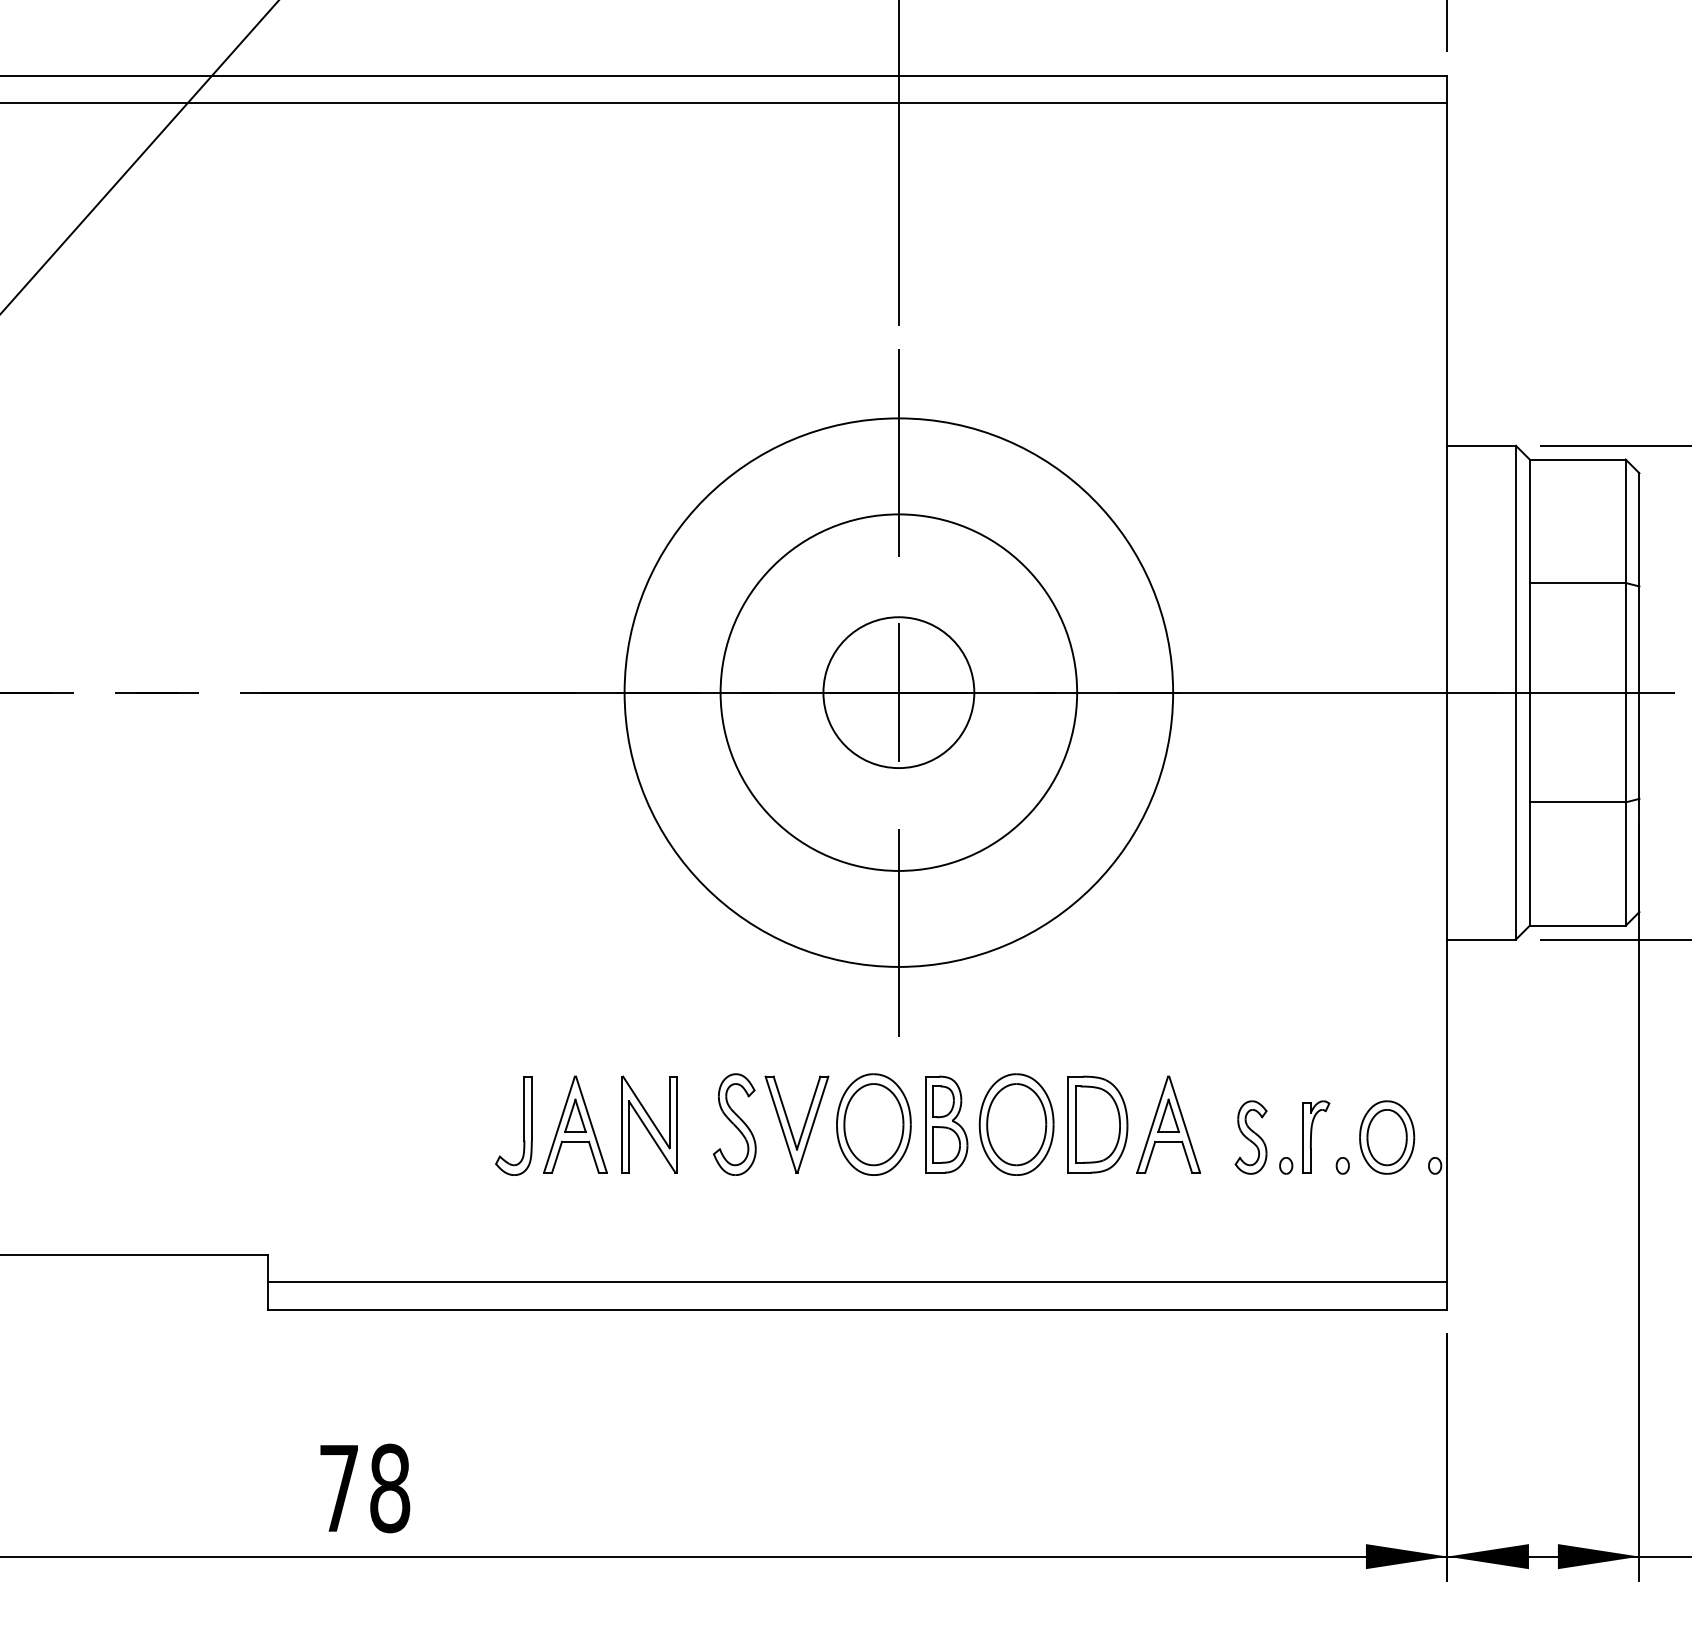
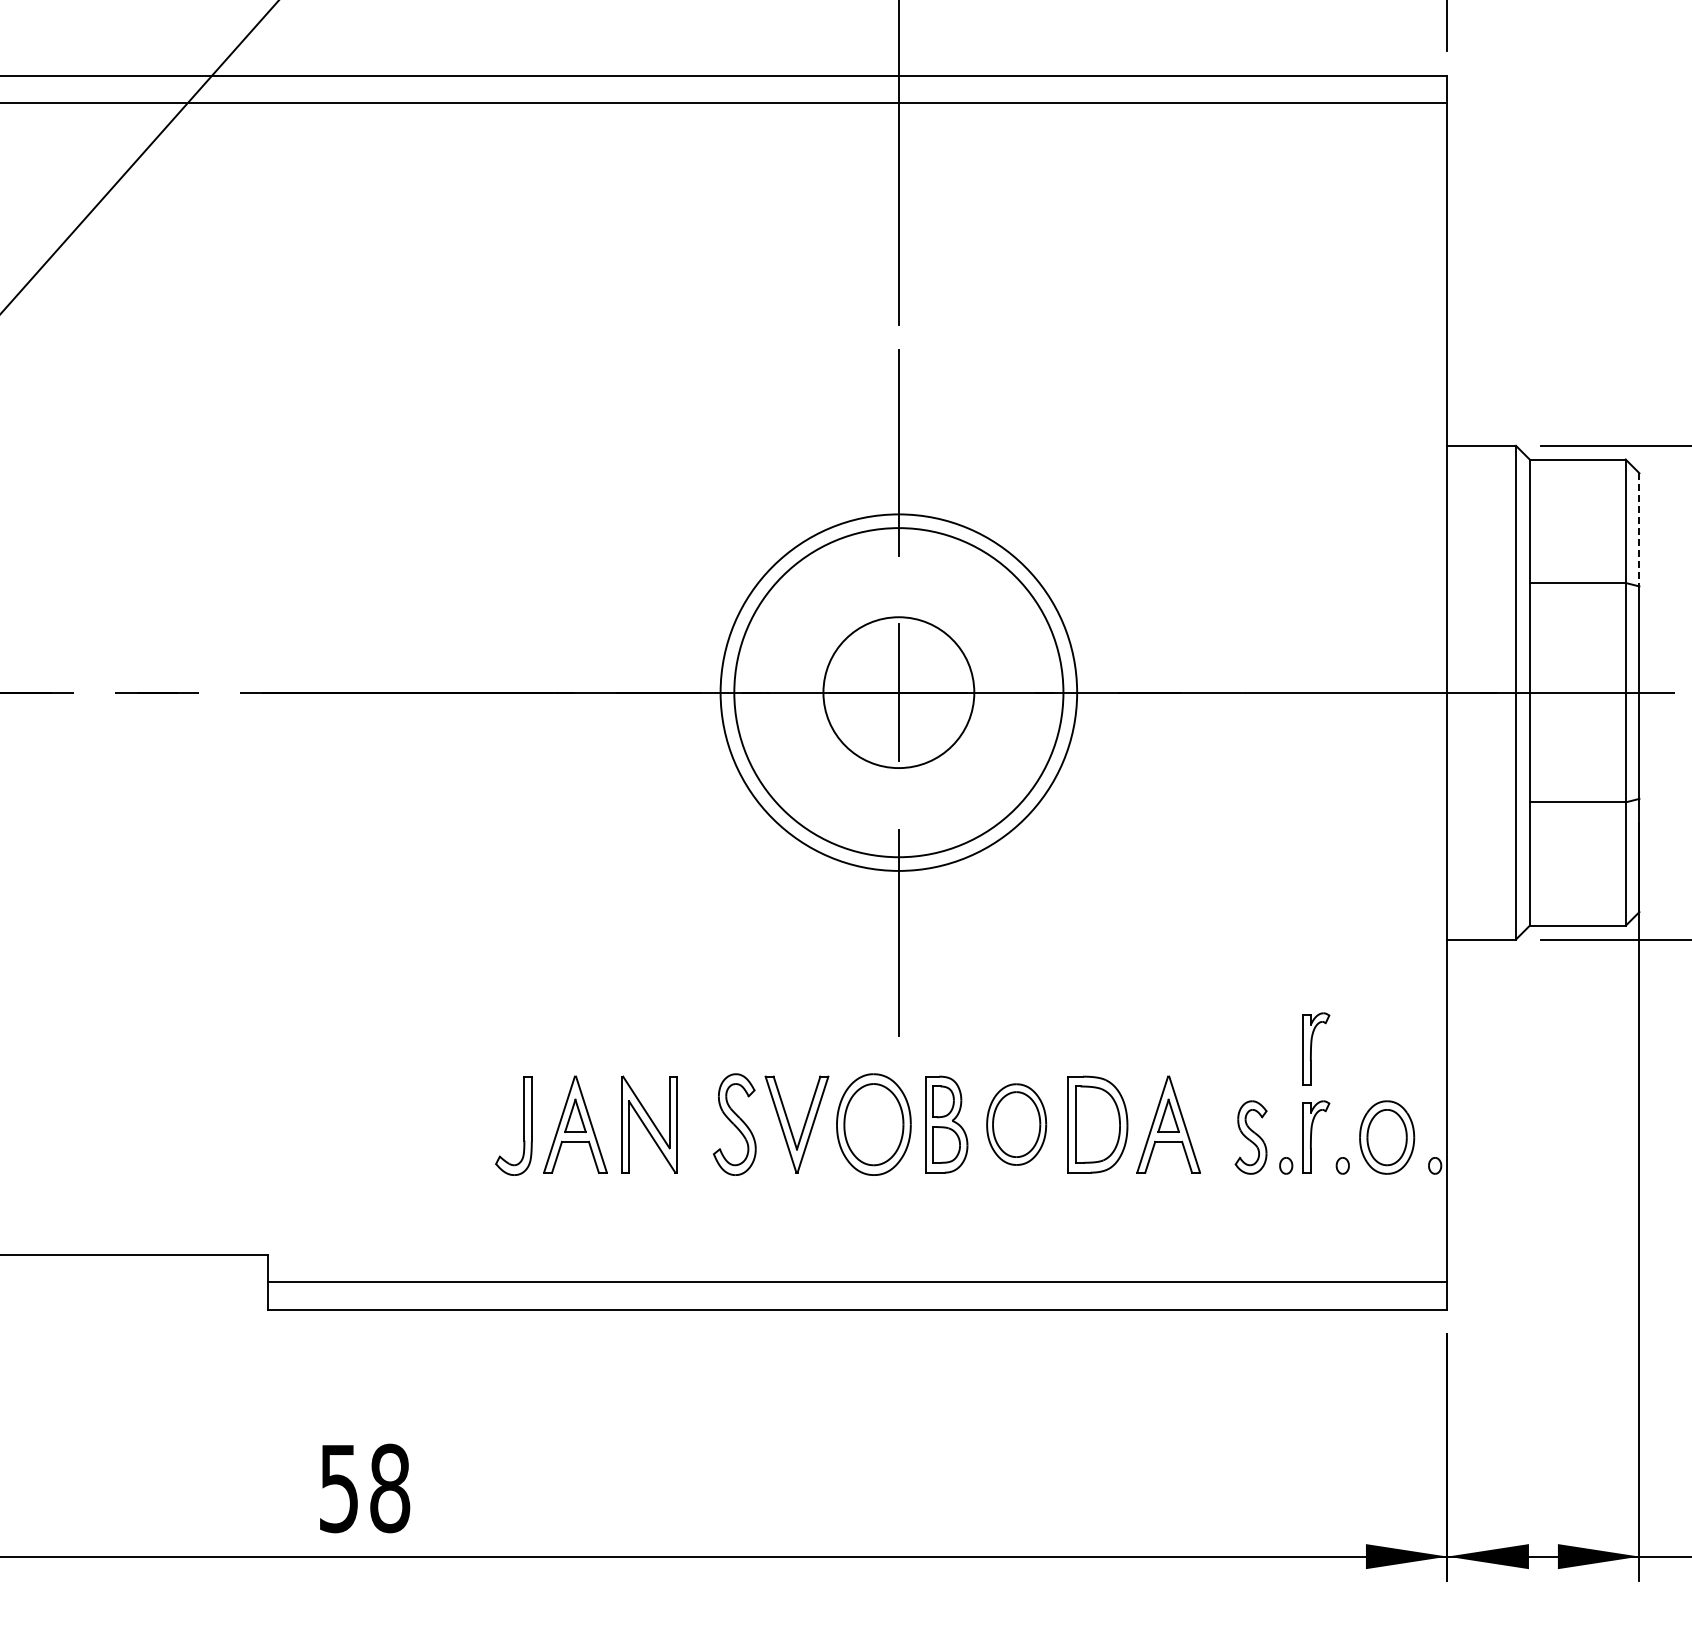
line at (1639, 529): solid -> dashed
circle at (898, 692) diameter: 549 px -> 329 px
part at (1316, 1048): none -> present
part at (1016, 1124) size: 77x103 px -> 62x83 px
text at (338, 1489): 78 -> 58
